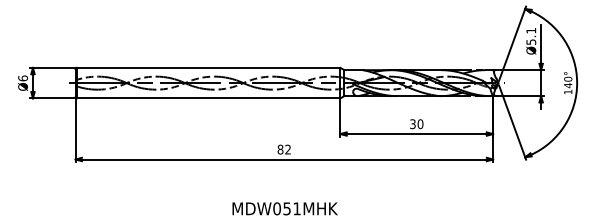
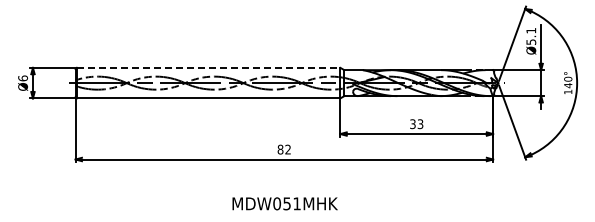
line at (208, 67): solid -> dashed
text at (420, 124): 30 -> 33
text at (284, 208) position: (284, 208) -> (284, 203)
